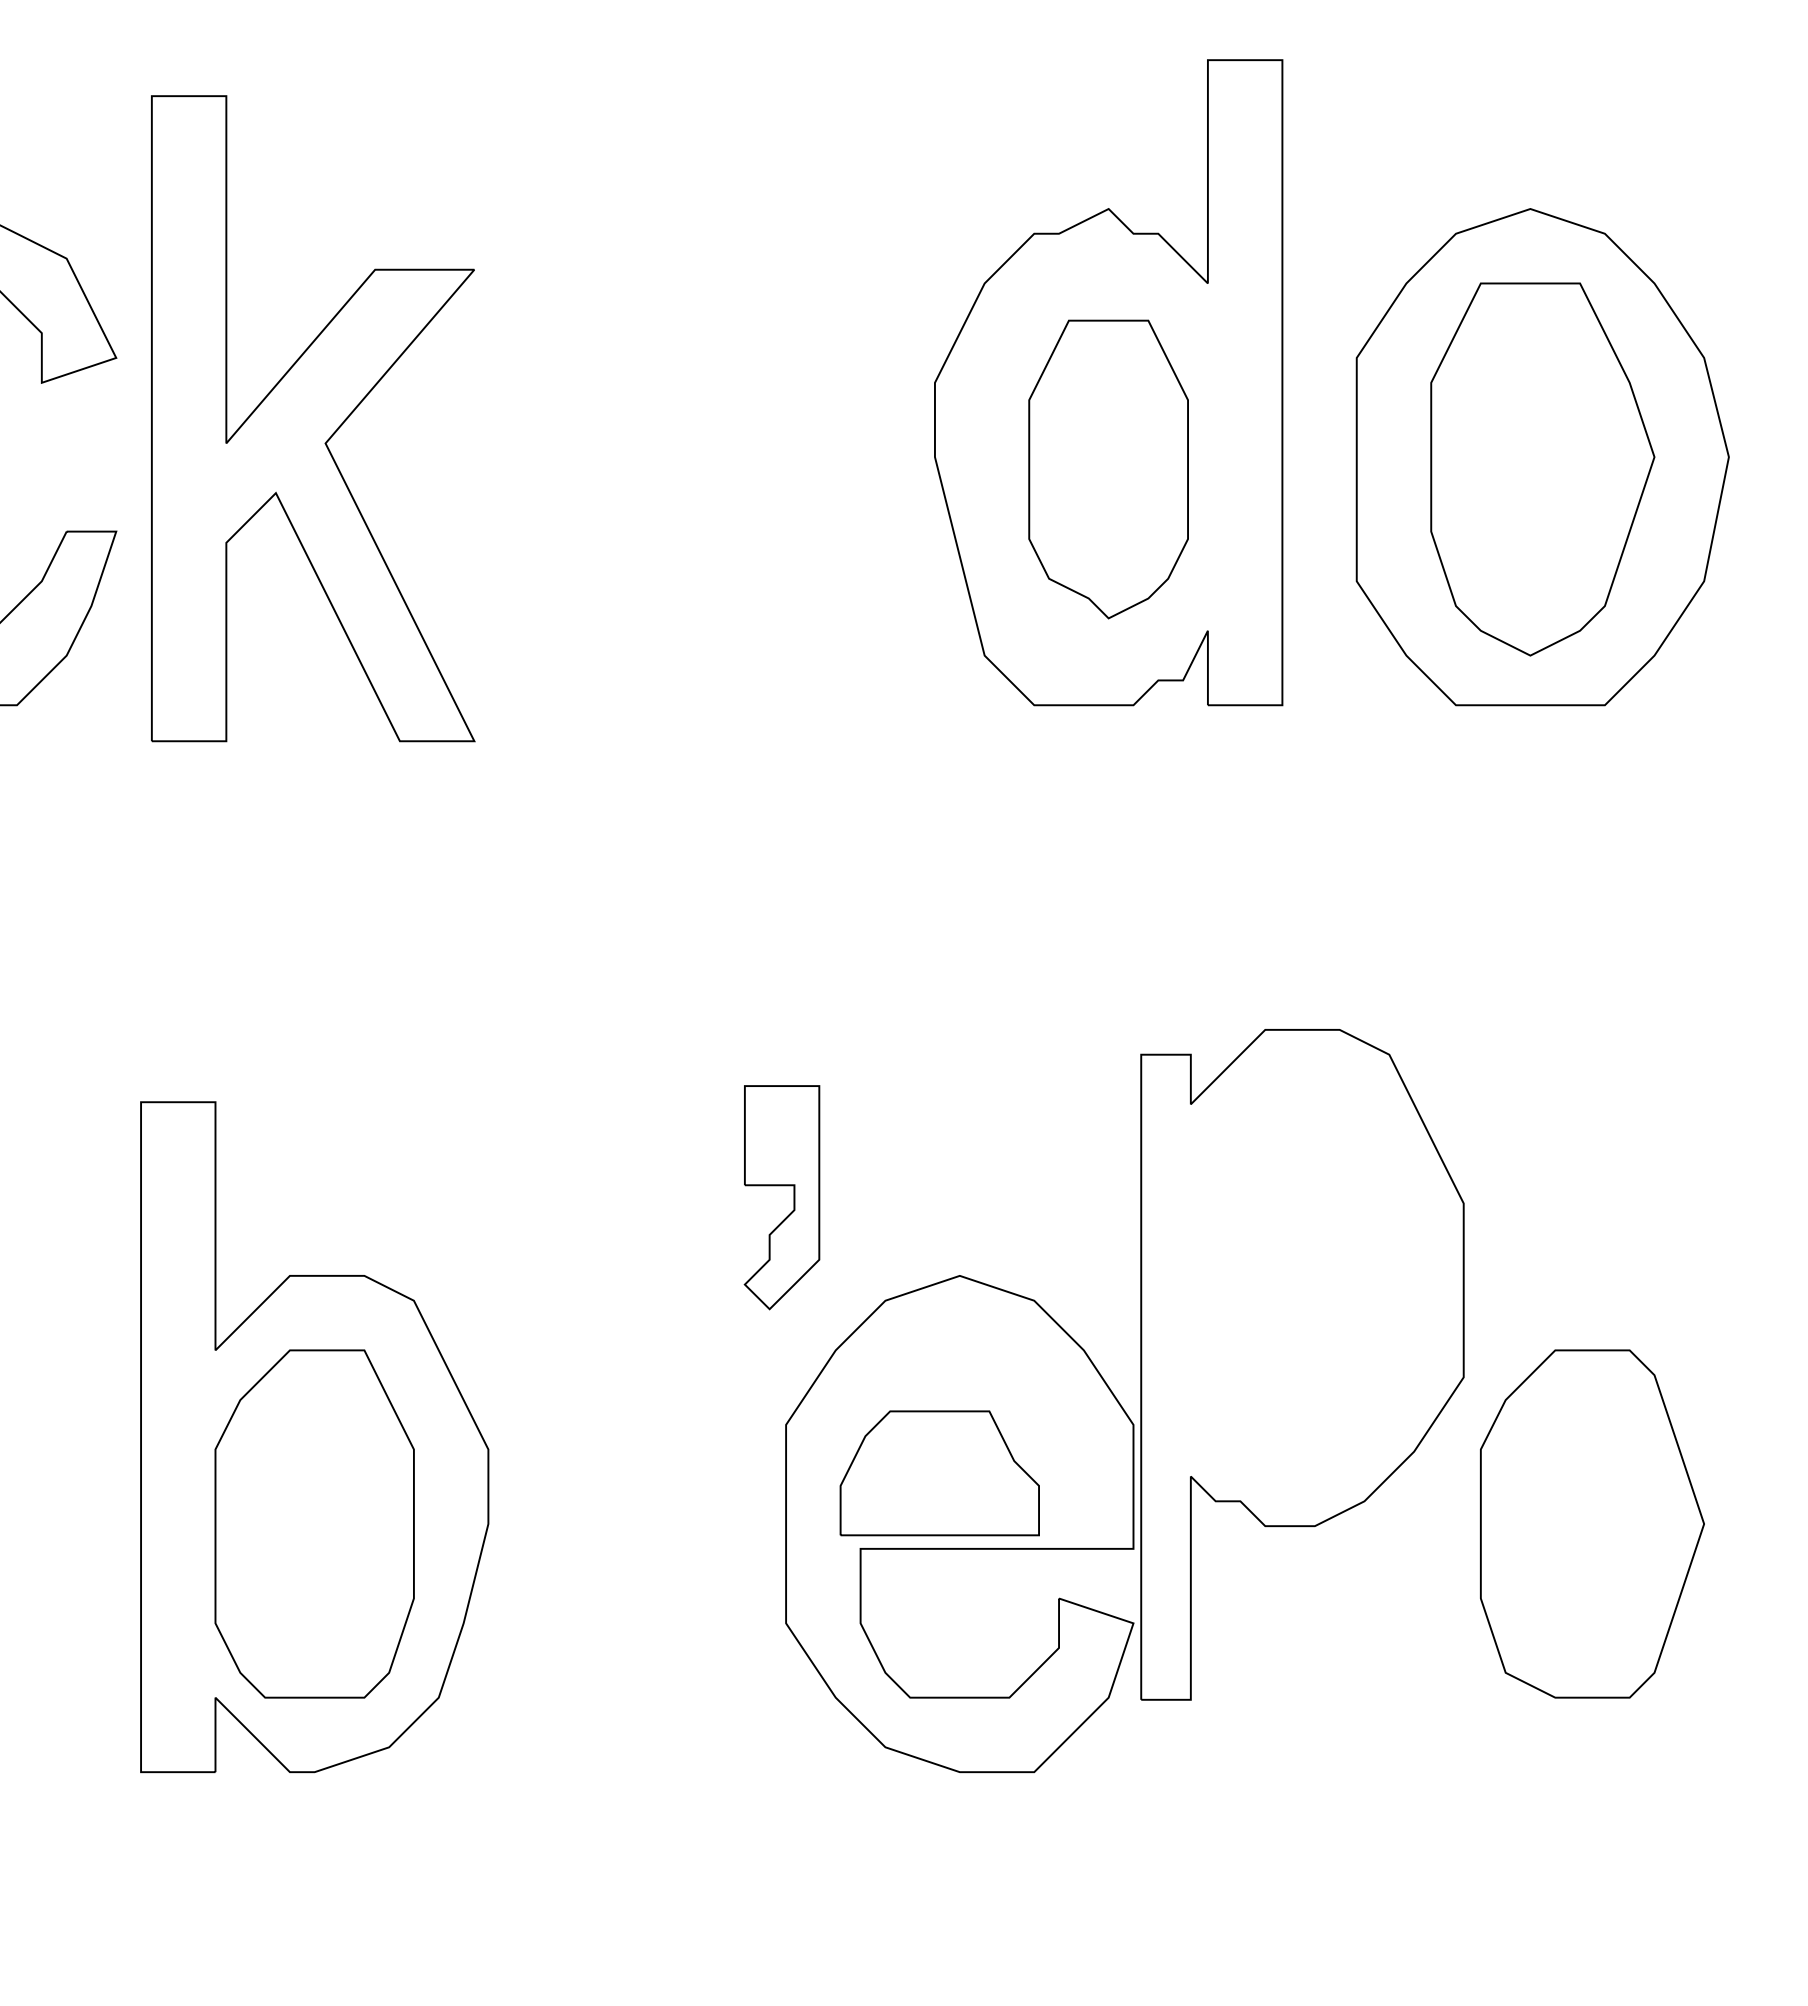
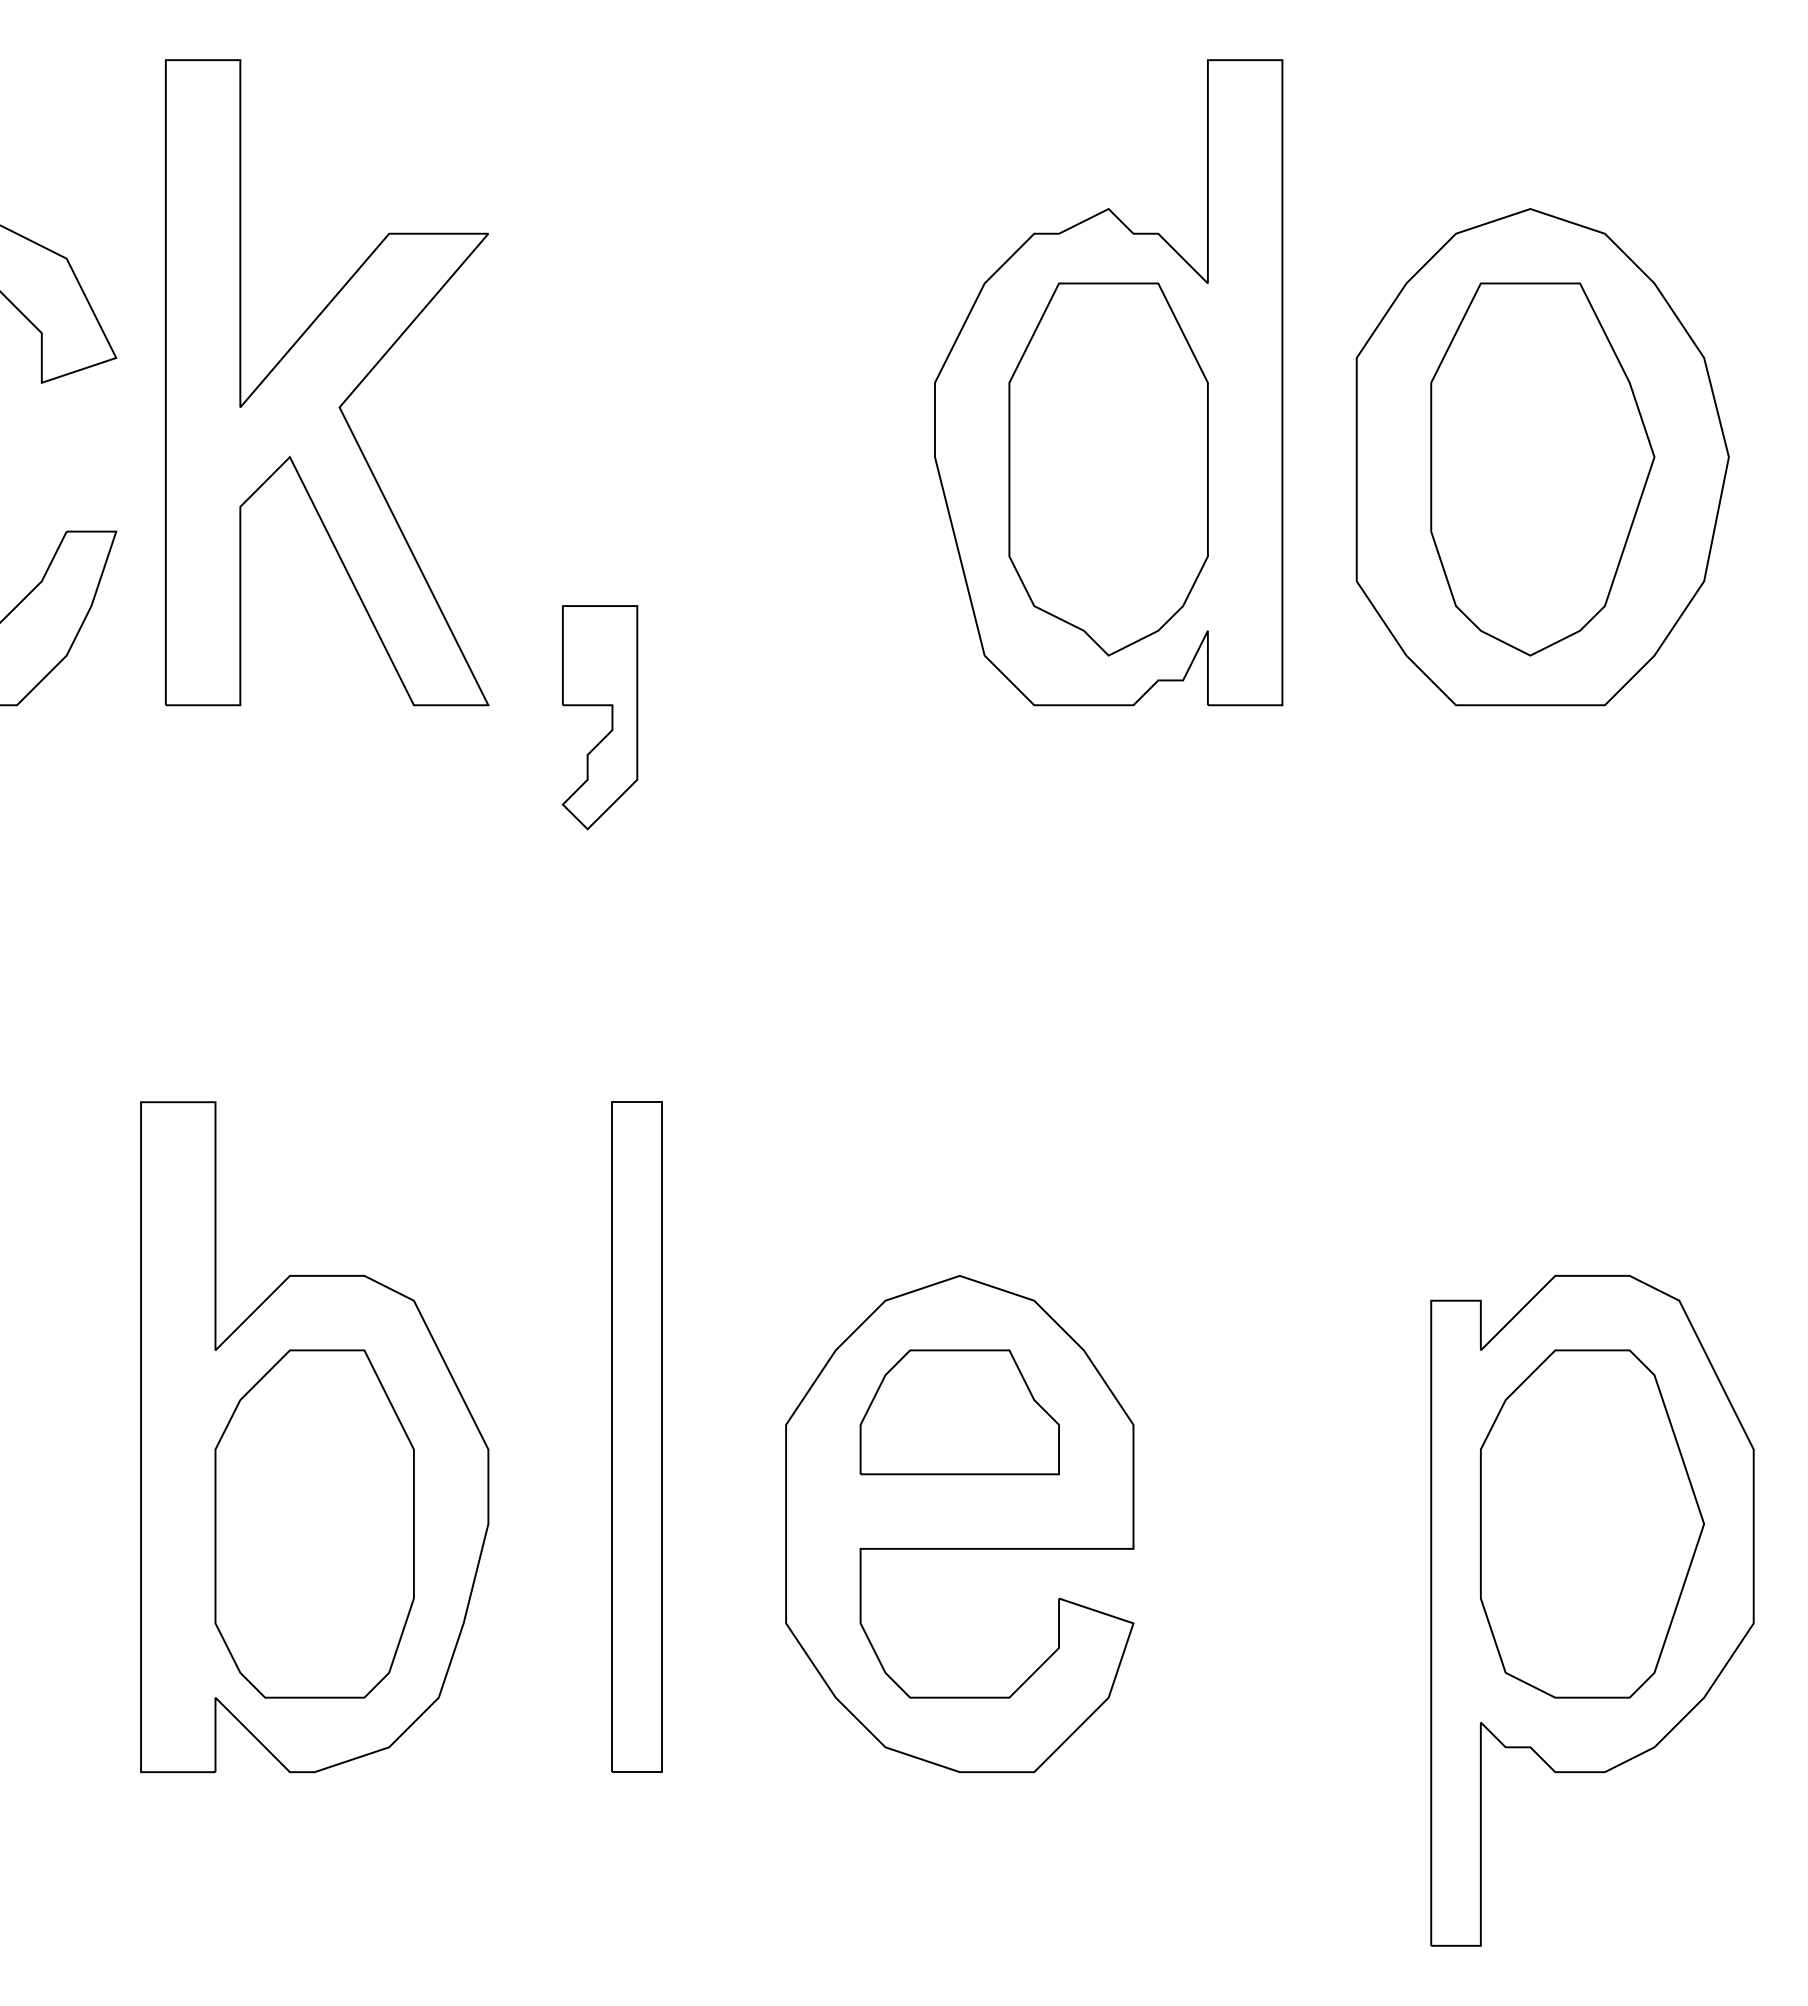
part at (313, 418) position: (313, 418) -> (327, 382)
part at (1108, 469) size: 161x301 px -> 201x375 px
part at (781, 1186) position: (781, 1186) -> (599, 706)
part at (1302, 1364) position: (1302, 1364) -> (1592, 1610)
part at (636, 1436): none -> present
part at (939, 1473) position: (939, 1473) -> (959, 1412)
